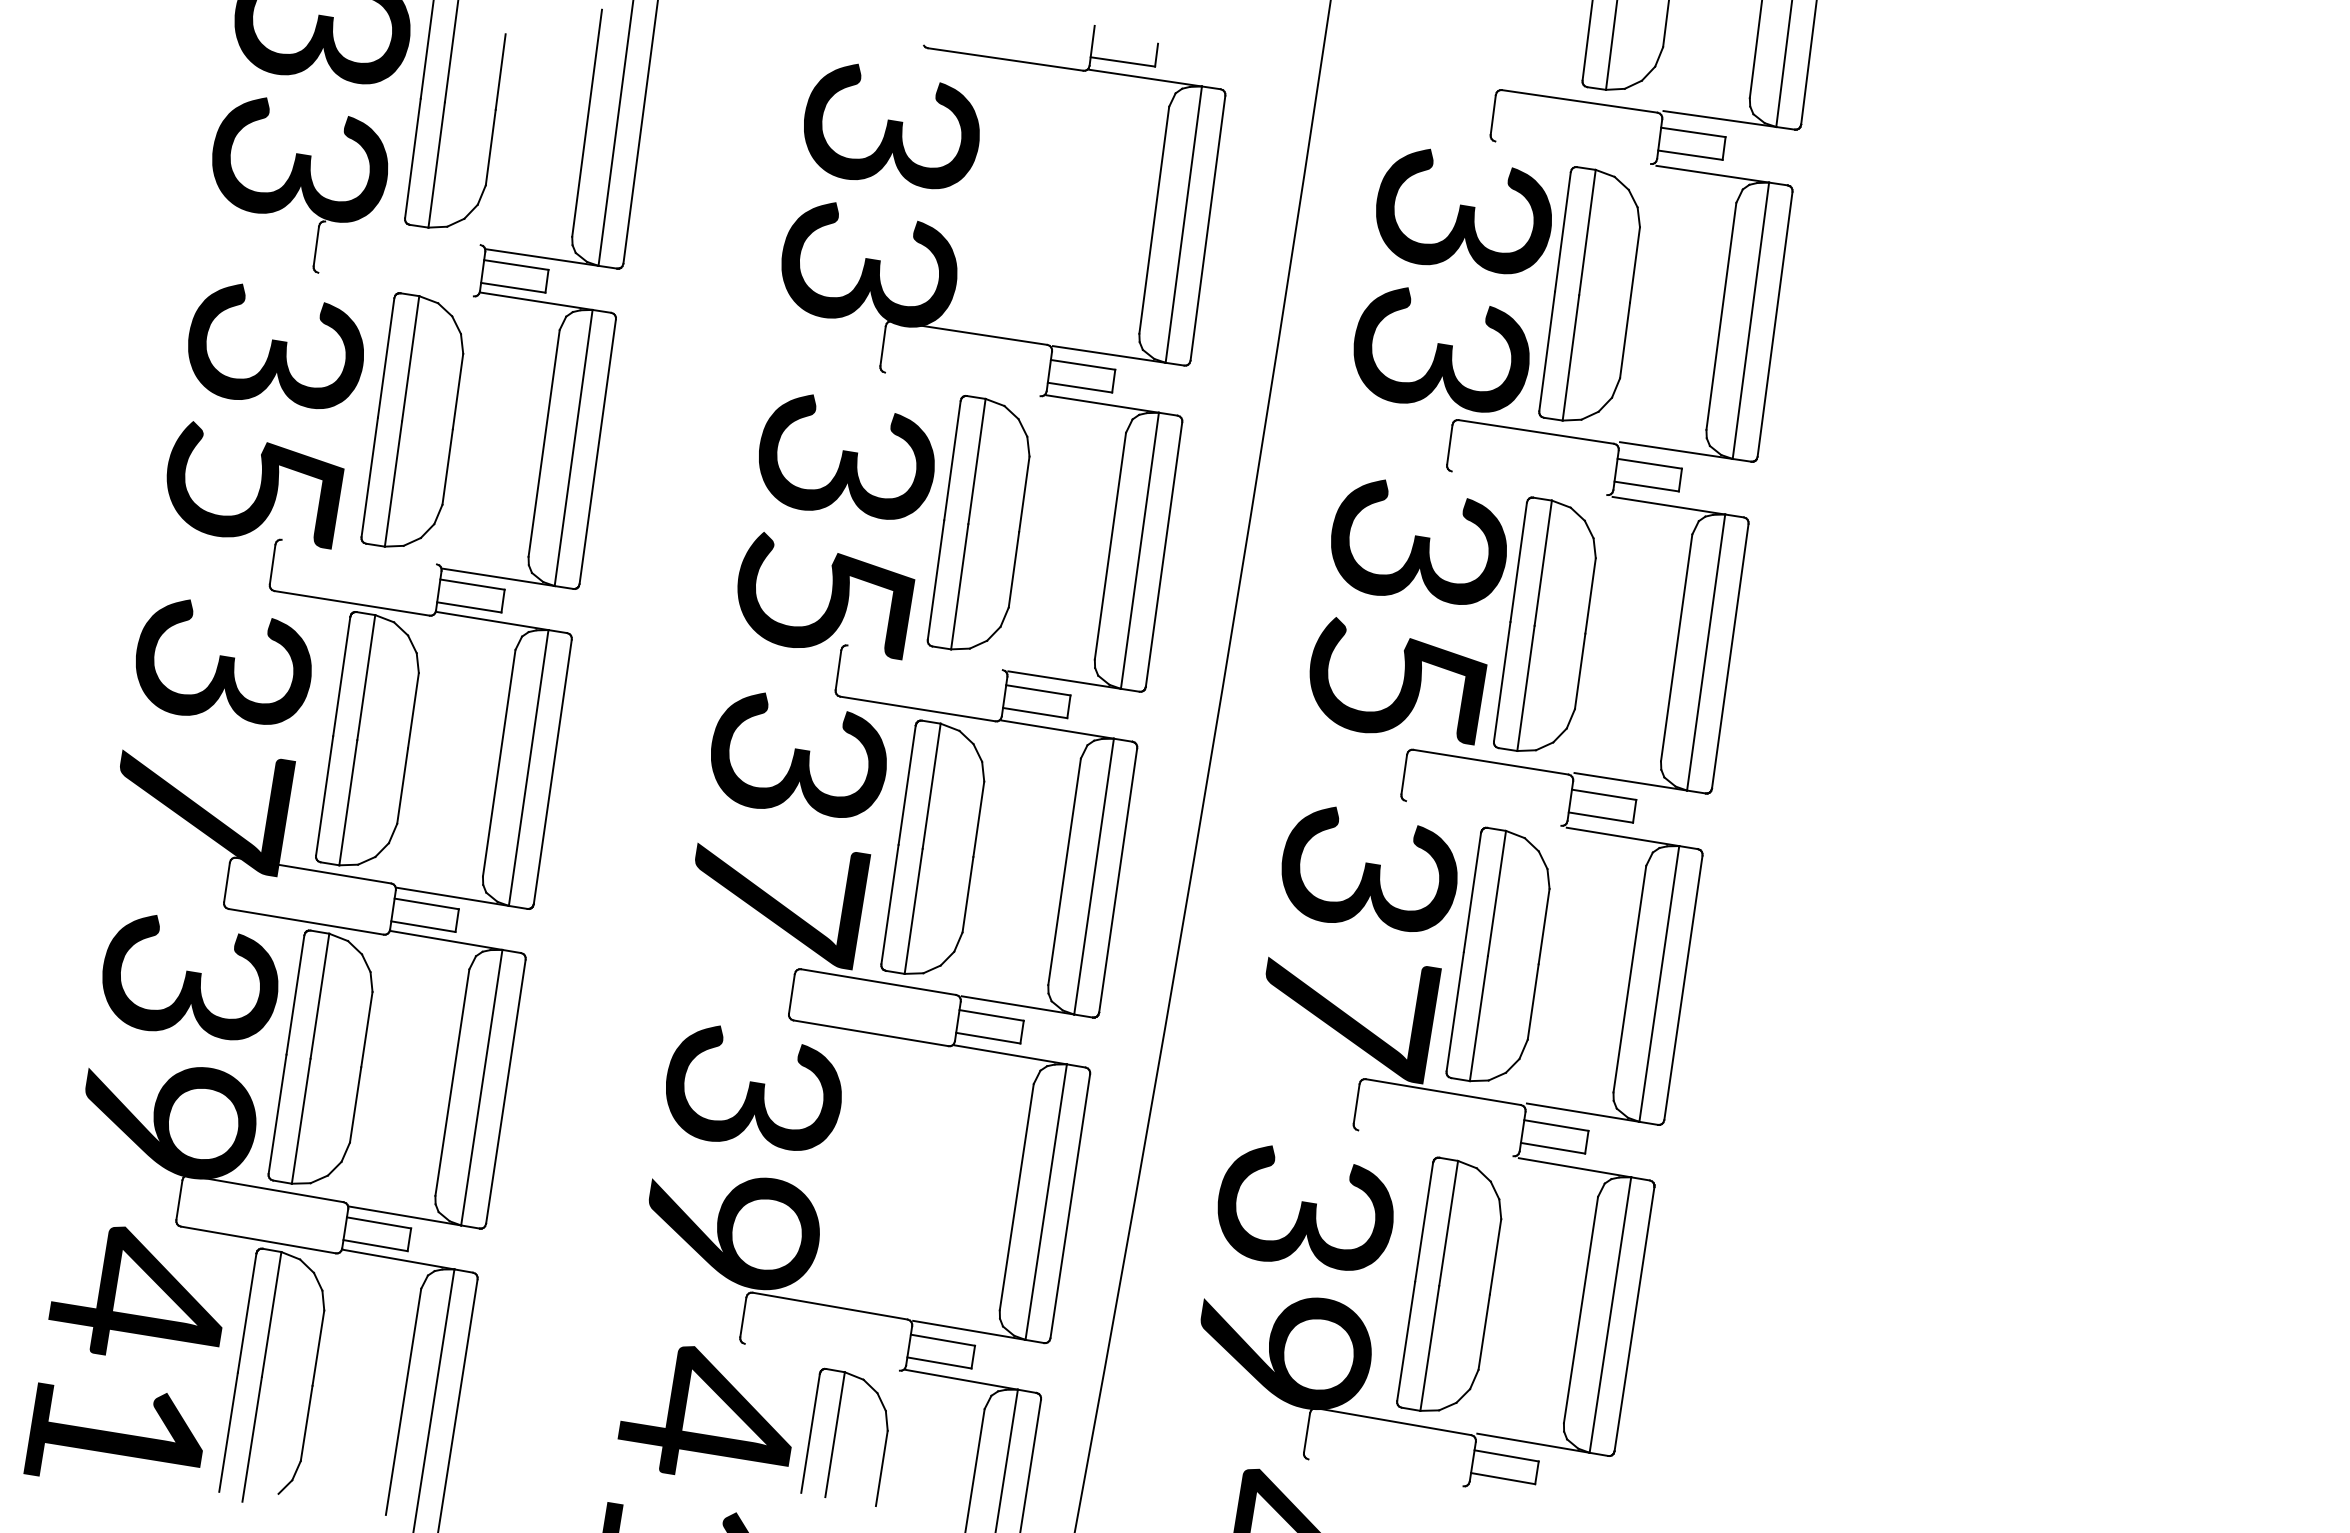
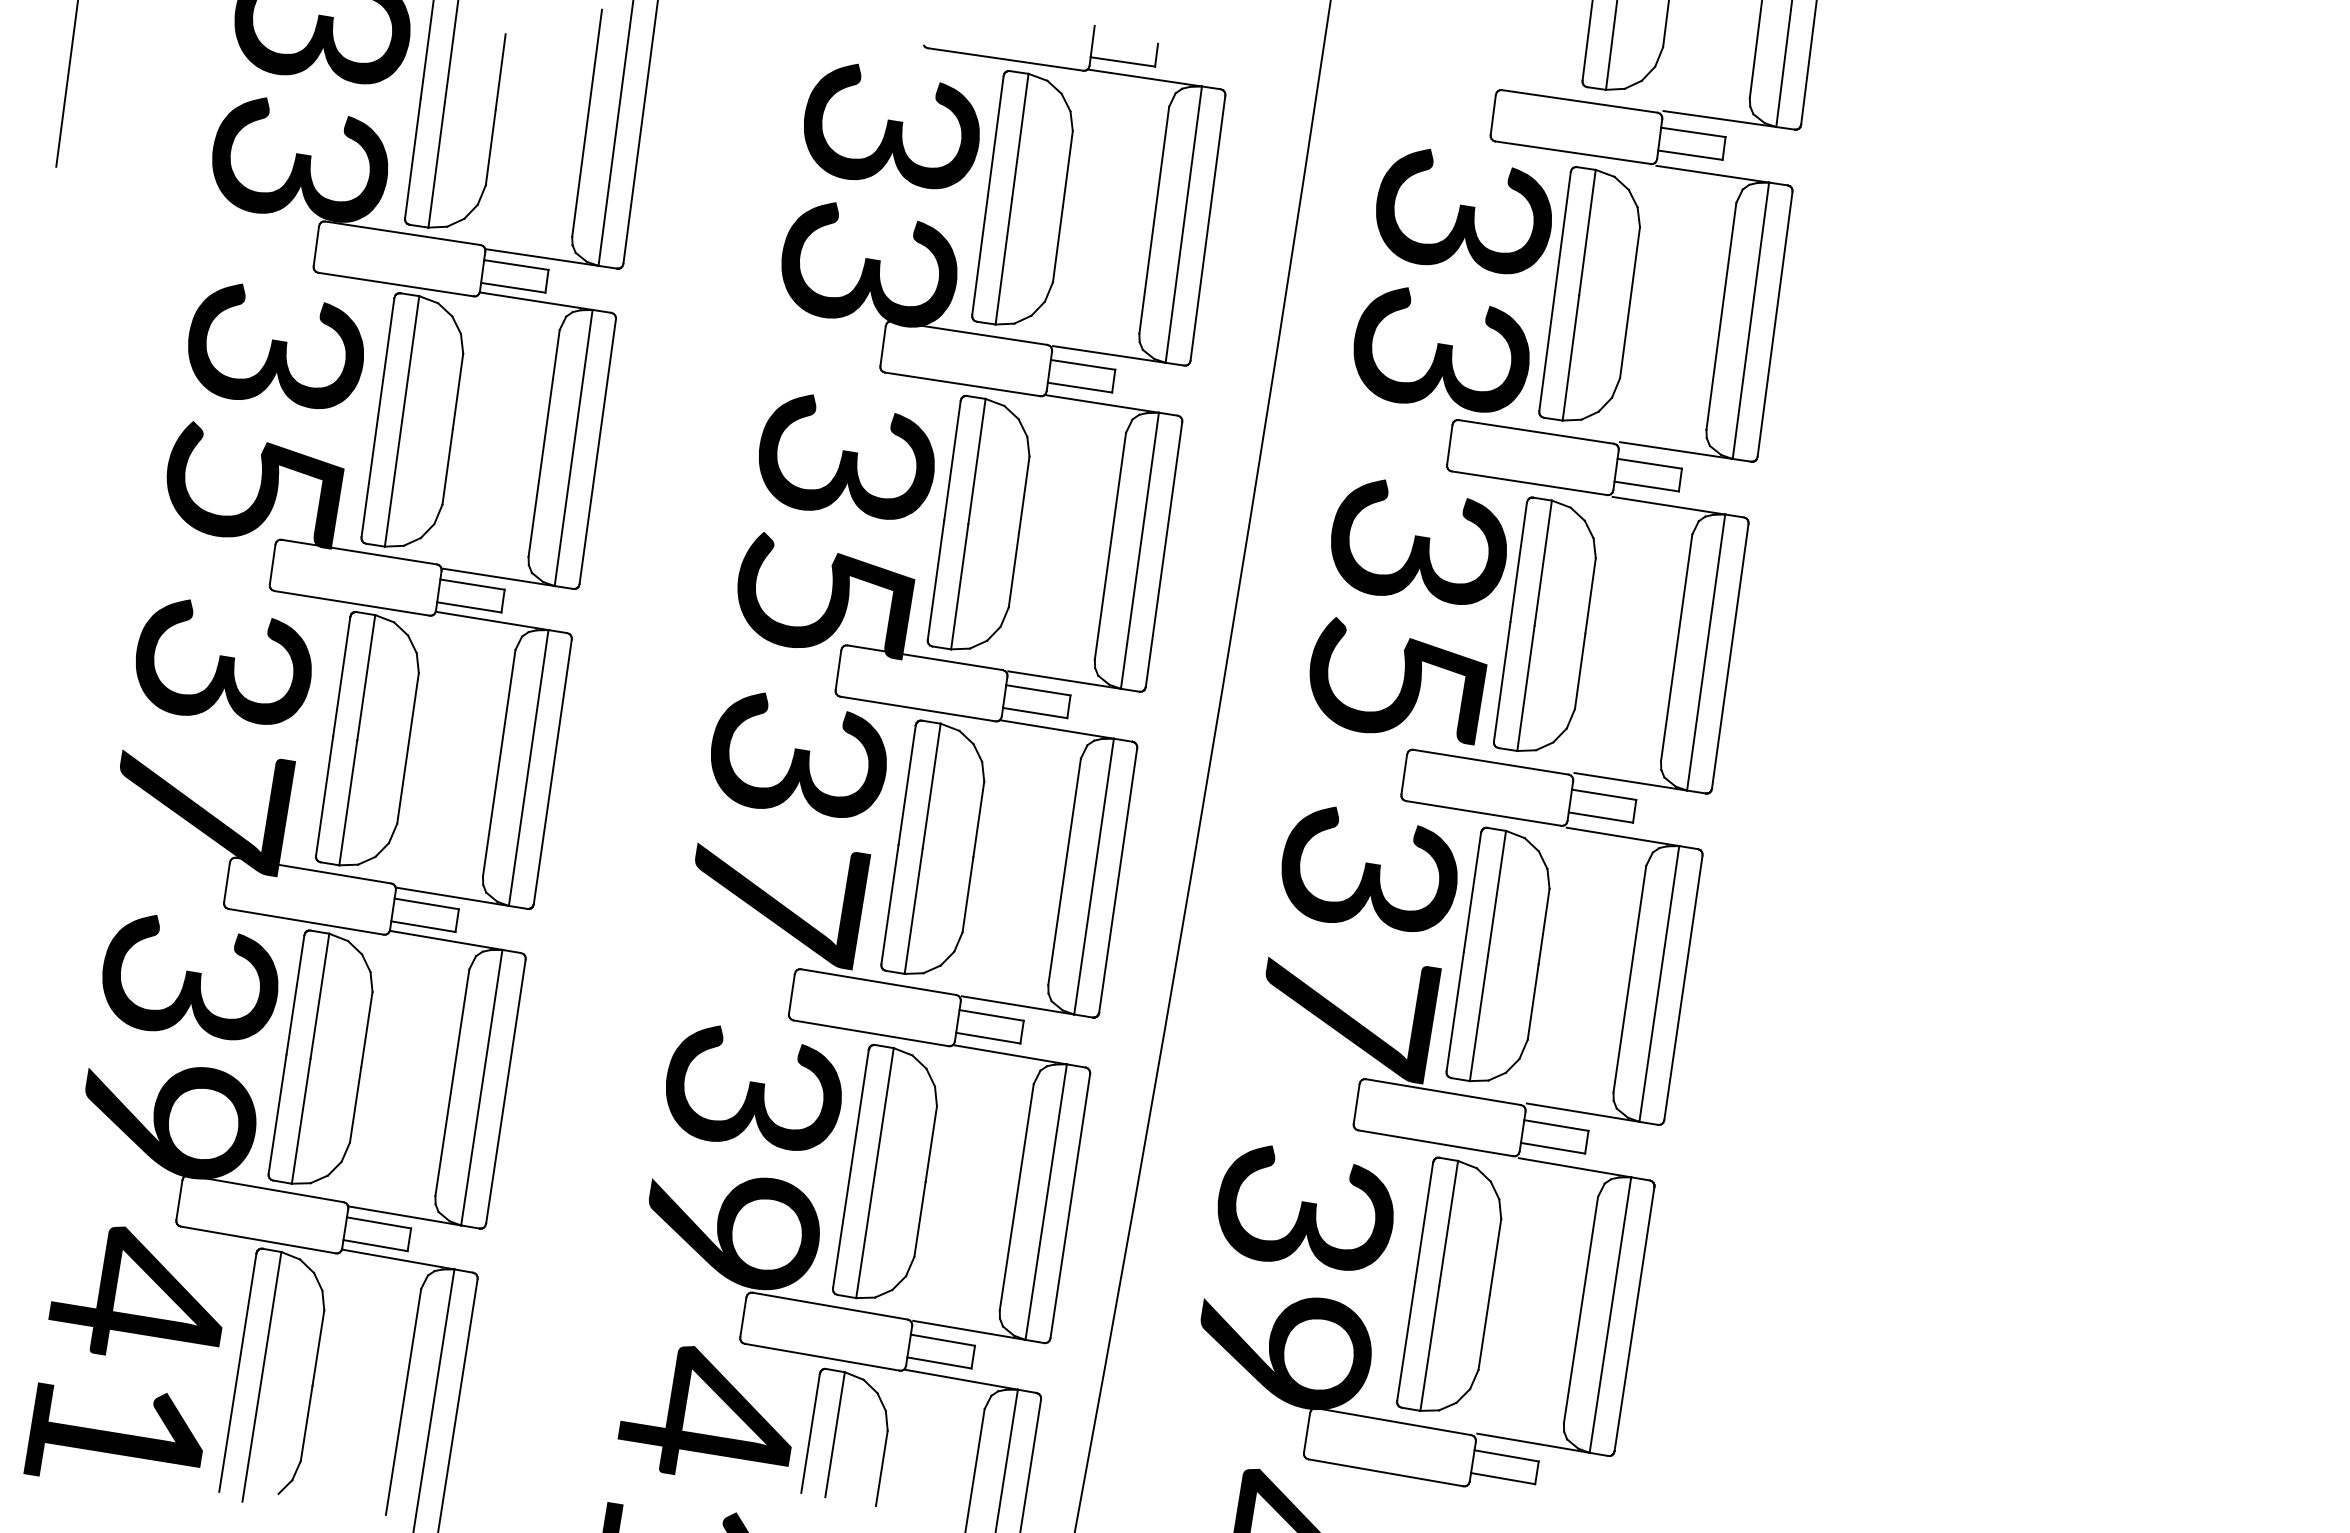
line at (66, 84): none -> present
line at (1573, 152): none -> present
part at (1022, 197): none -> present
line at (402, 233): none -> present
line at (395, 284): none -> present
line at (962, 384): none -> present
line at (1529, 483): none -> present
line at (359, 551): none -> present
line at (924, 657): none -> present
line at (1483, 813): none -> present
line at (1435, 1143): none -> present
part at (884, 1171): none -> present
line at (821, 1356): none -> present
line at (1385, 1472): none -> present
